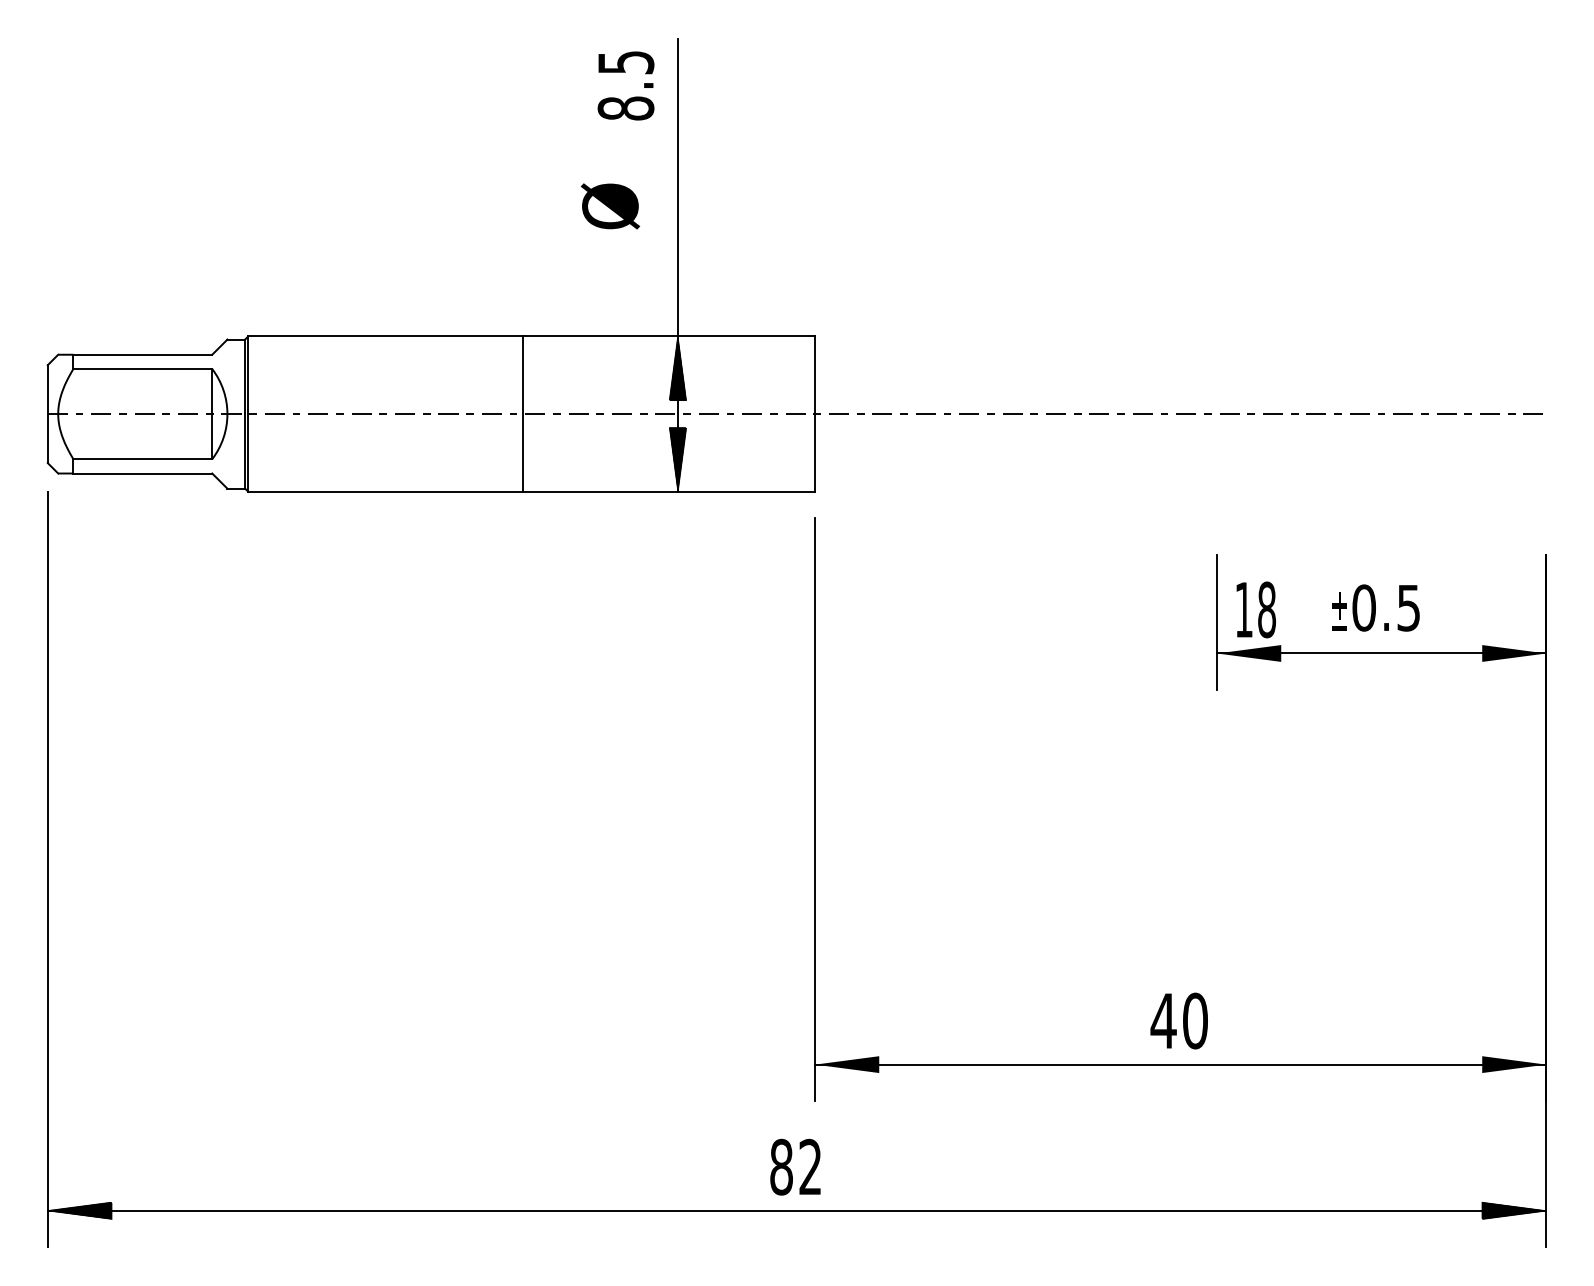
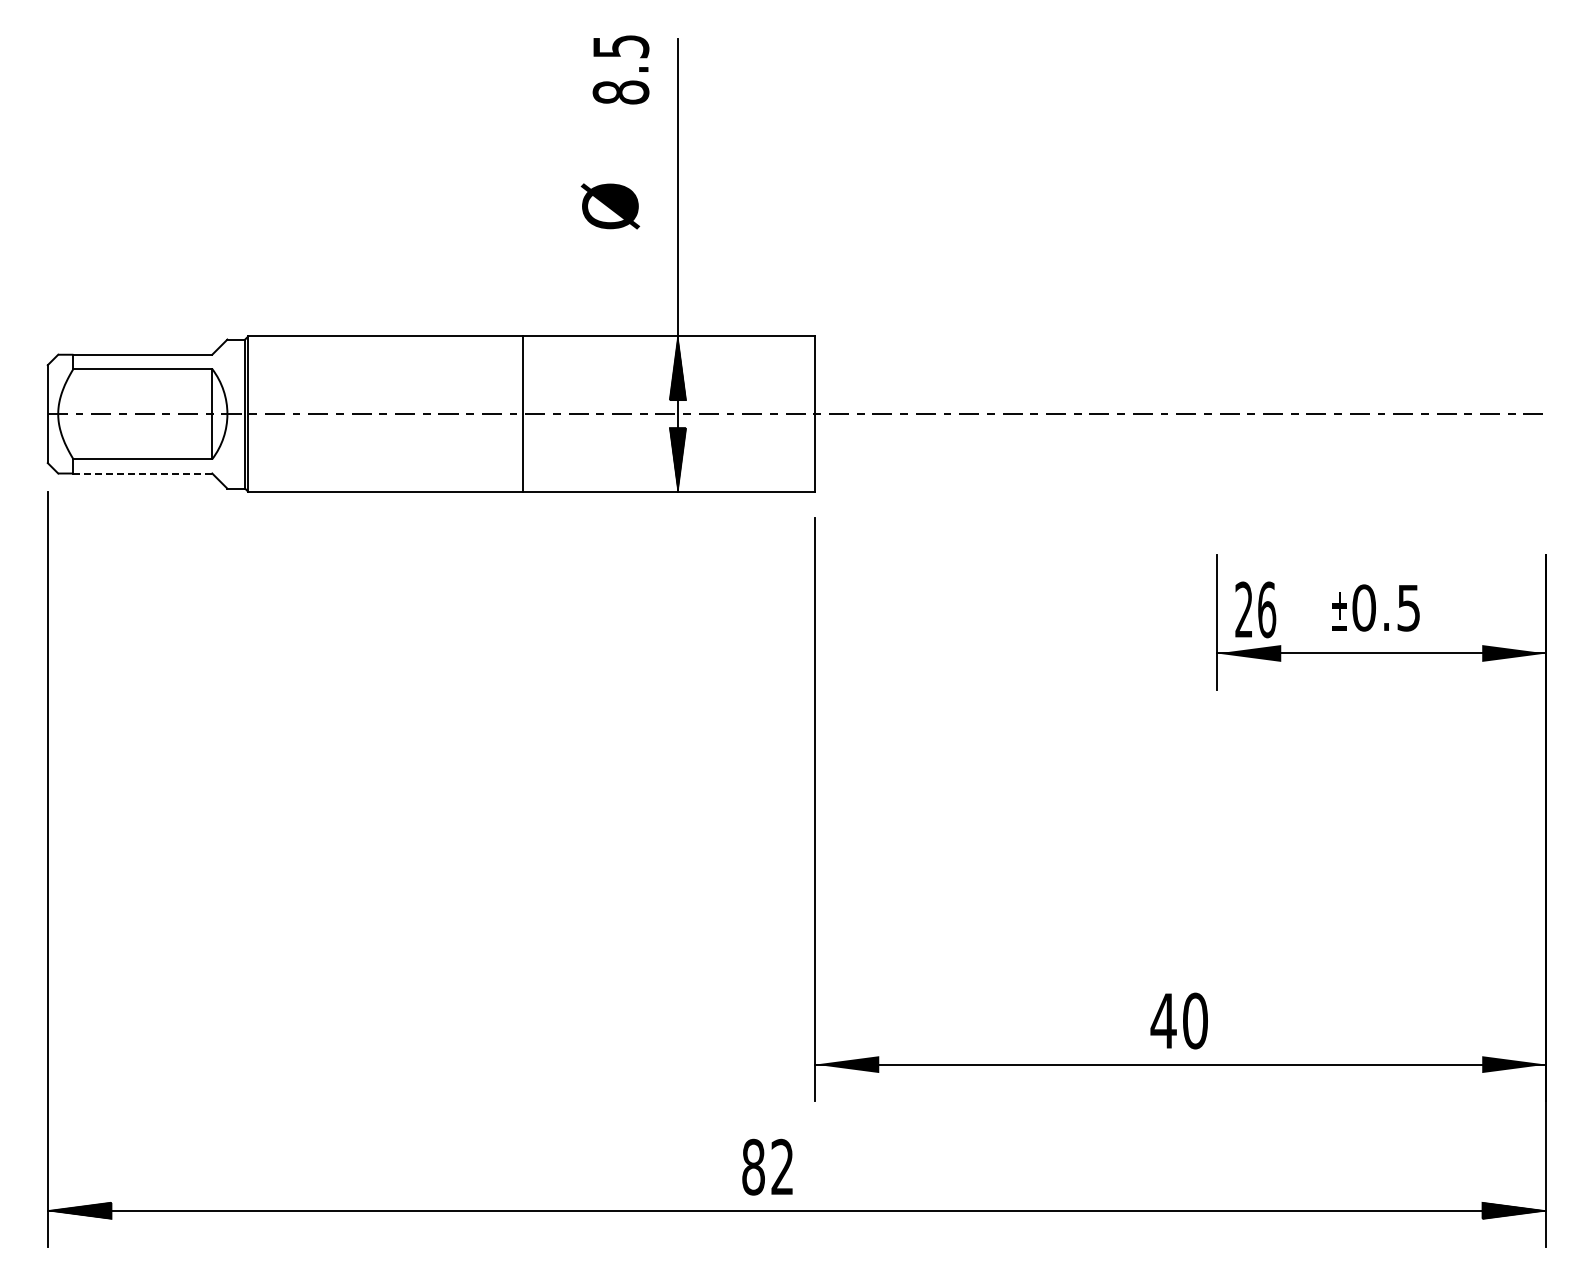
text at (625, 85) position: (625, 85) -> (620, 69)
line at (142, 473): solid -> dashed
text at (1255, 609): 18 -> 26
text at (795, 1166) position: (795, 1166) -> (767, 1166)
